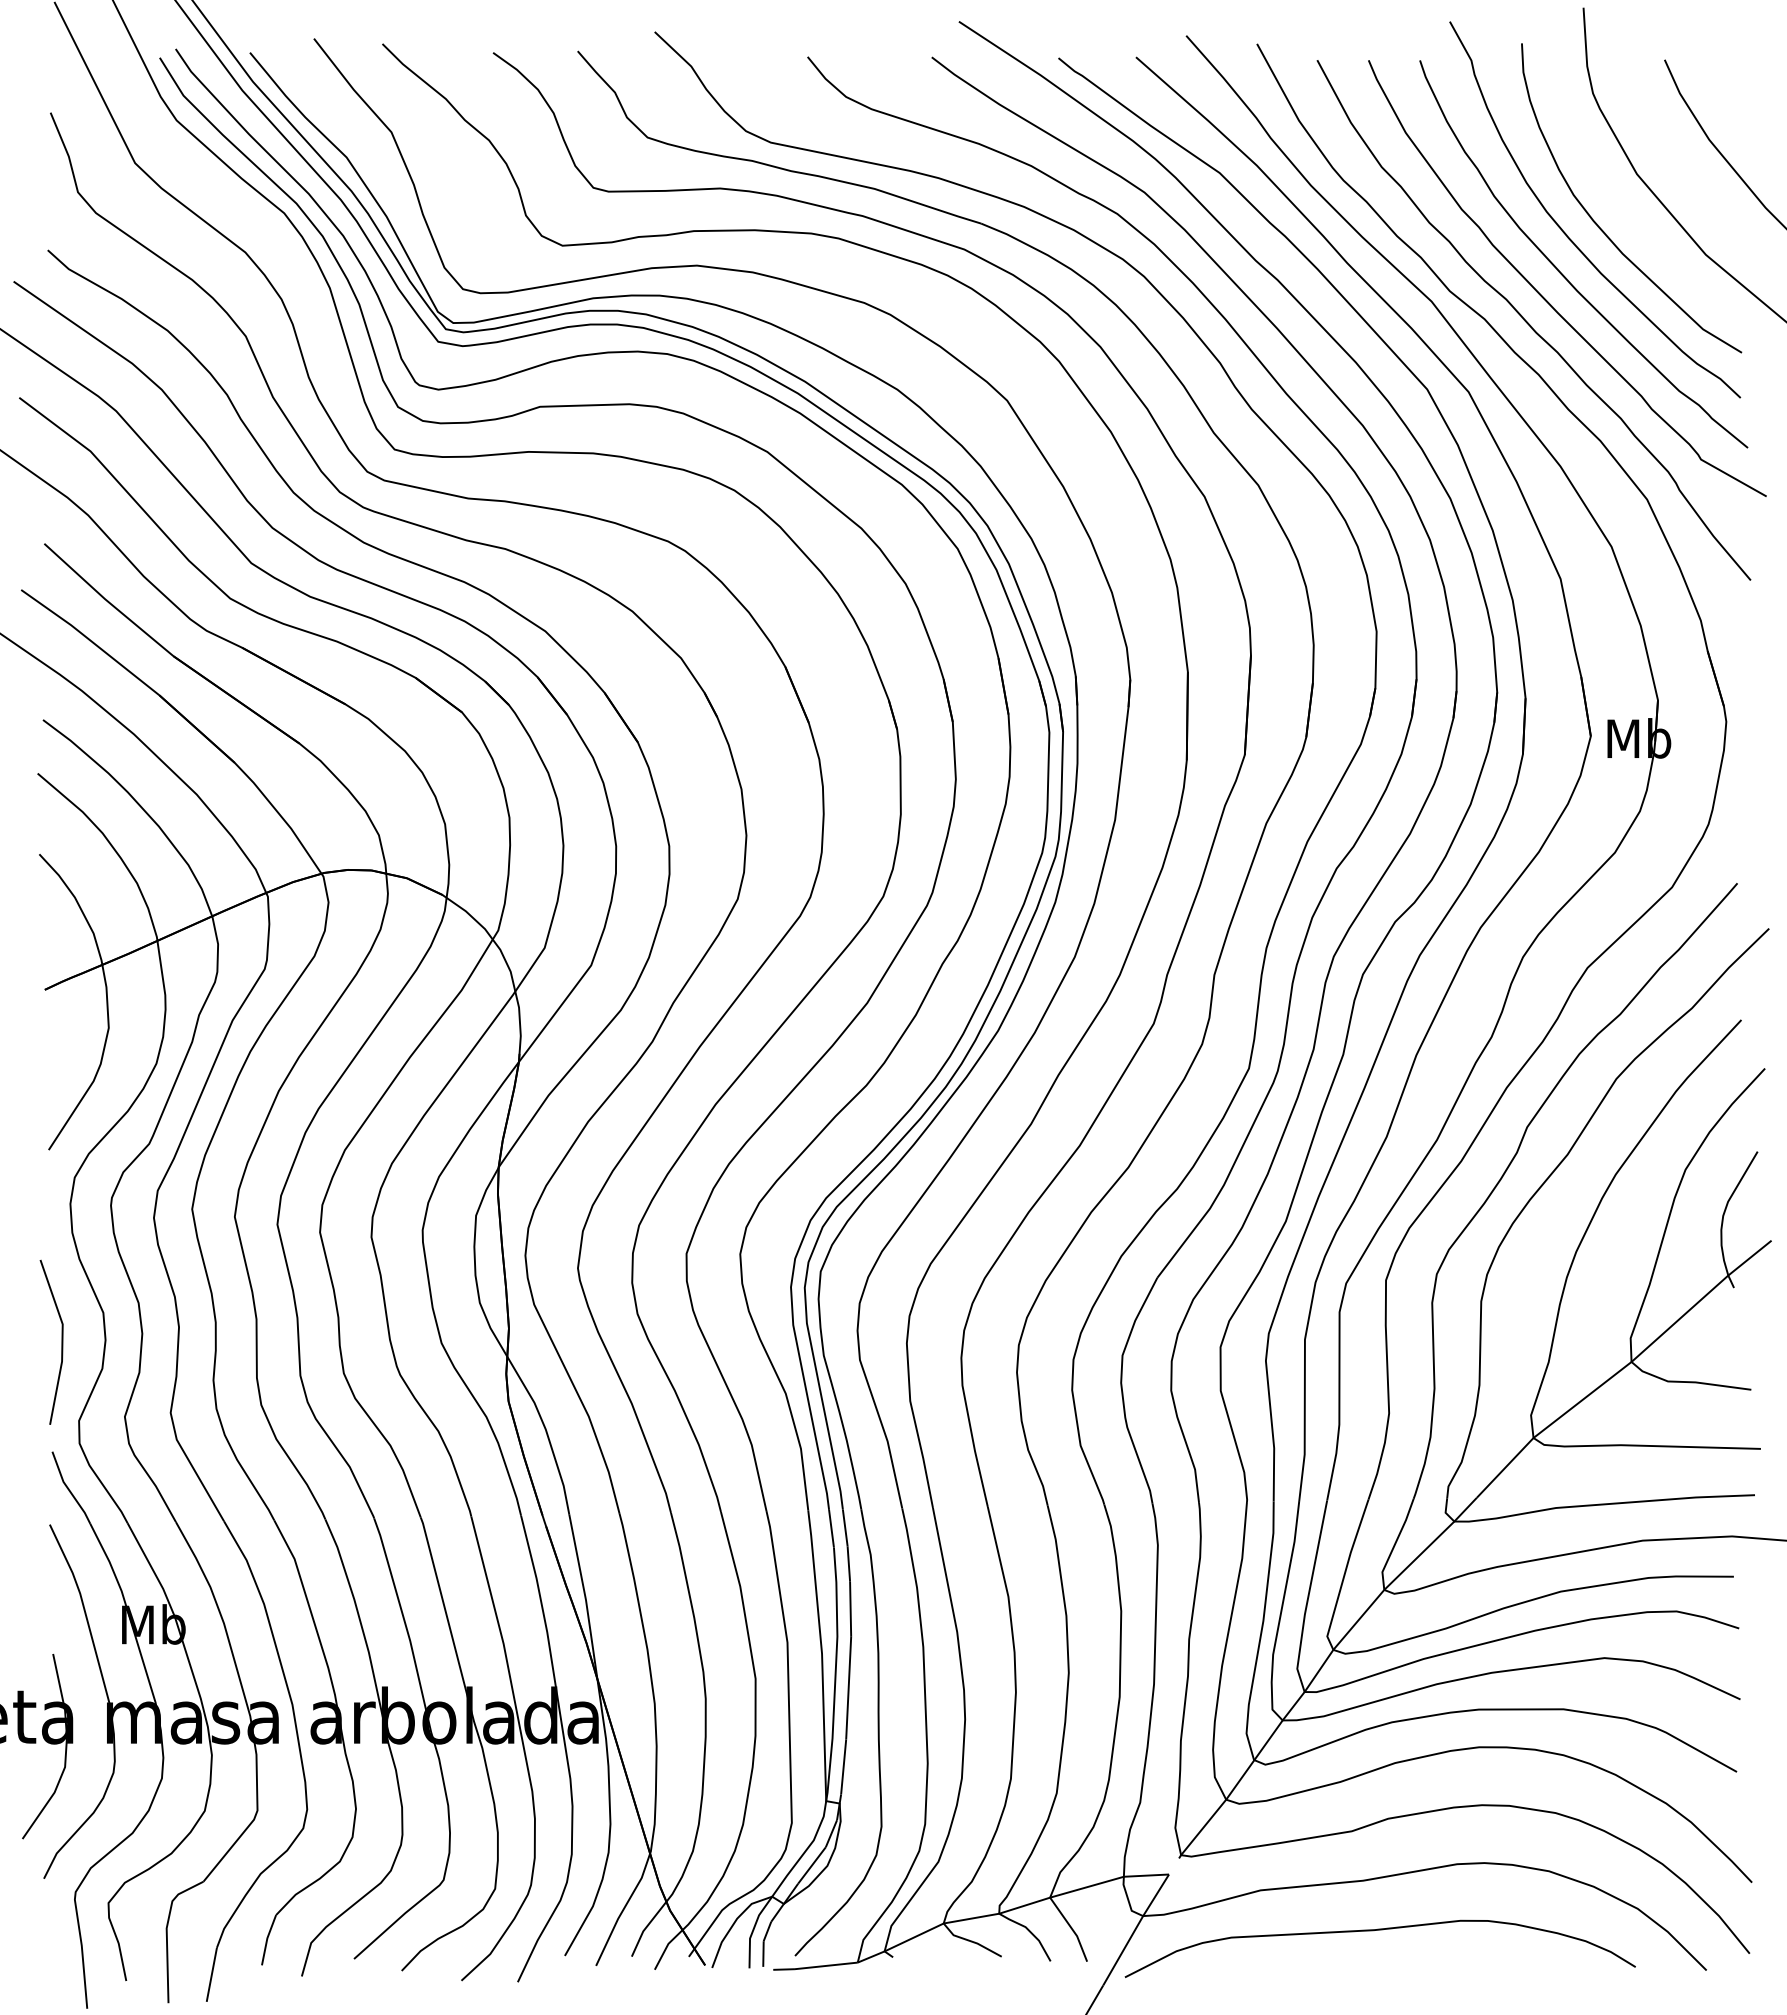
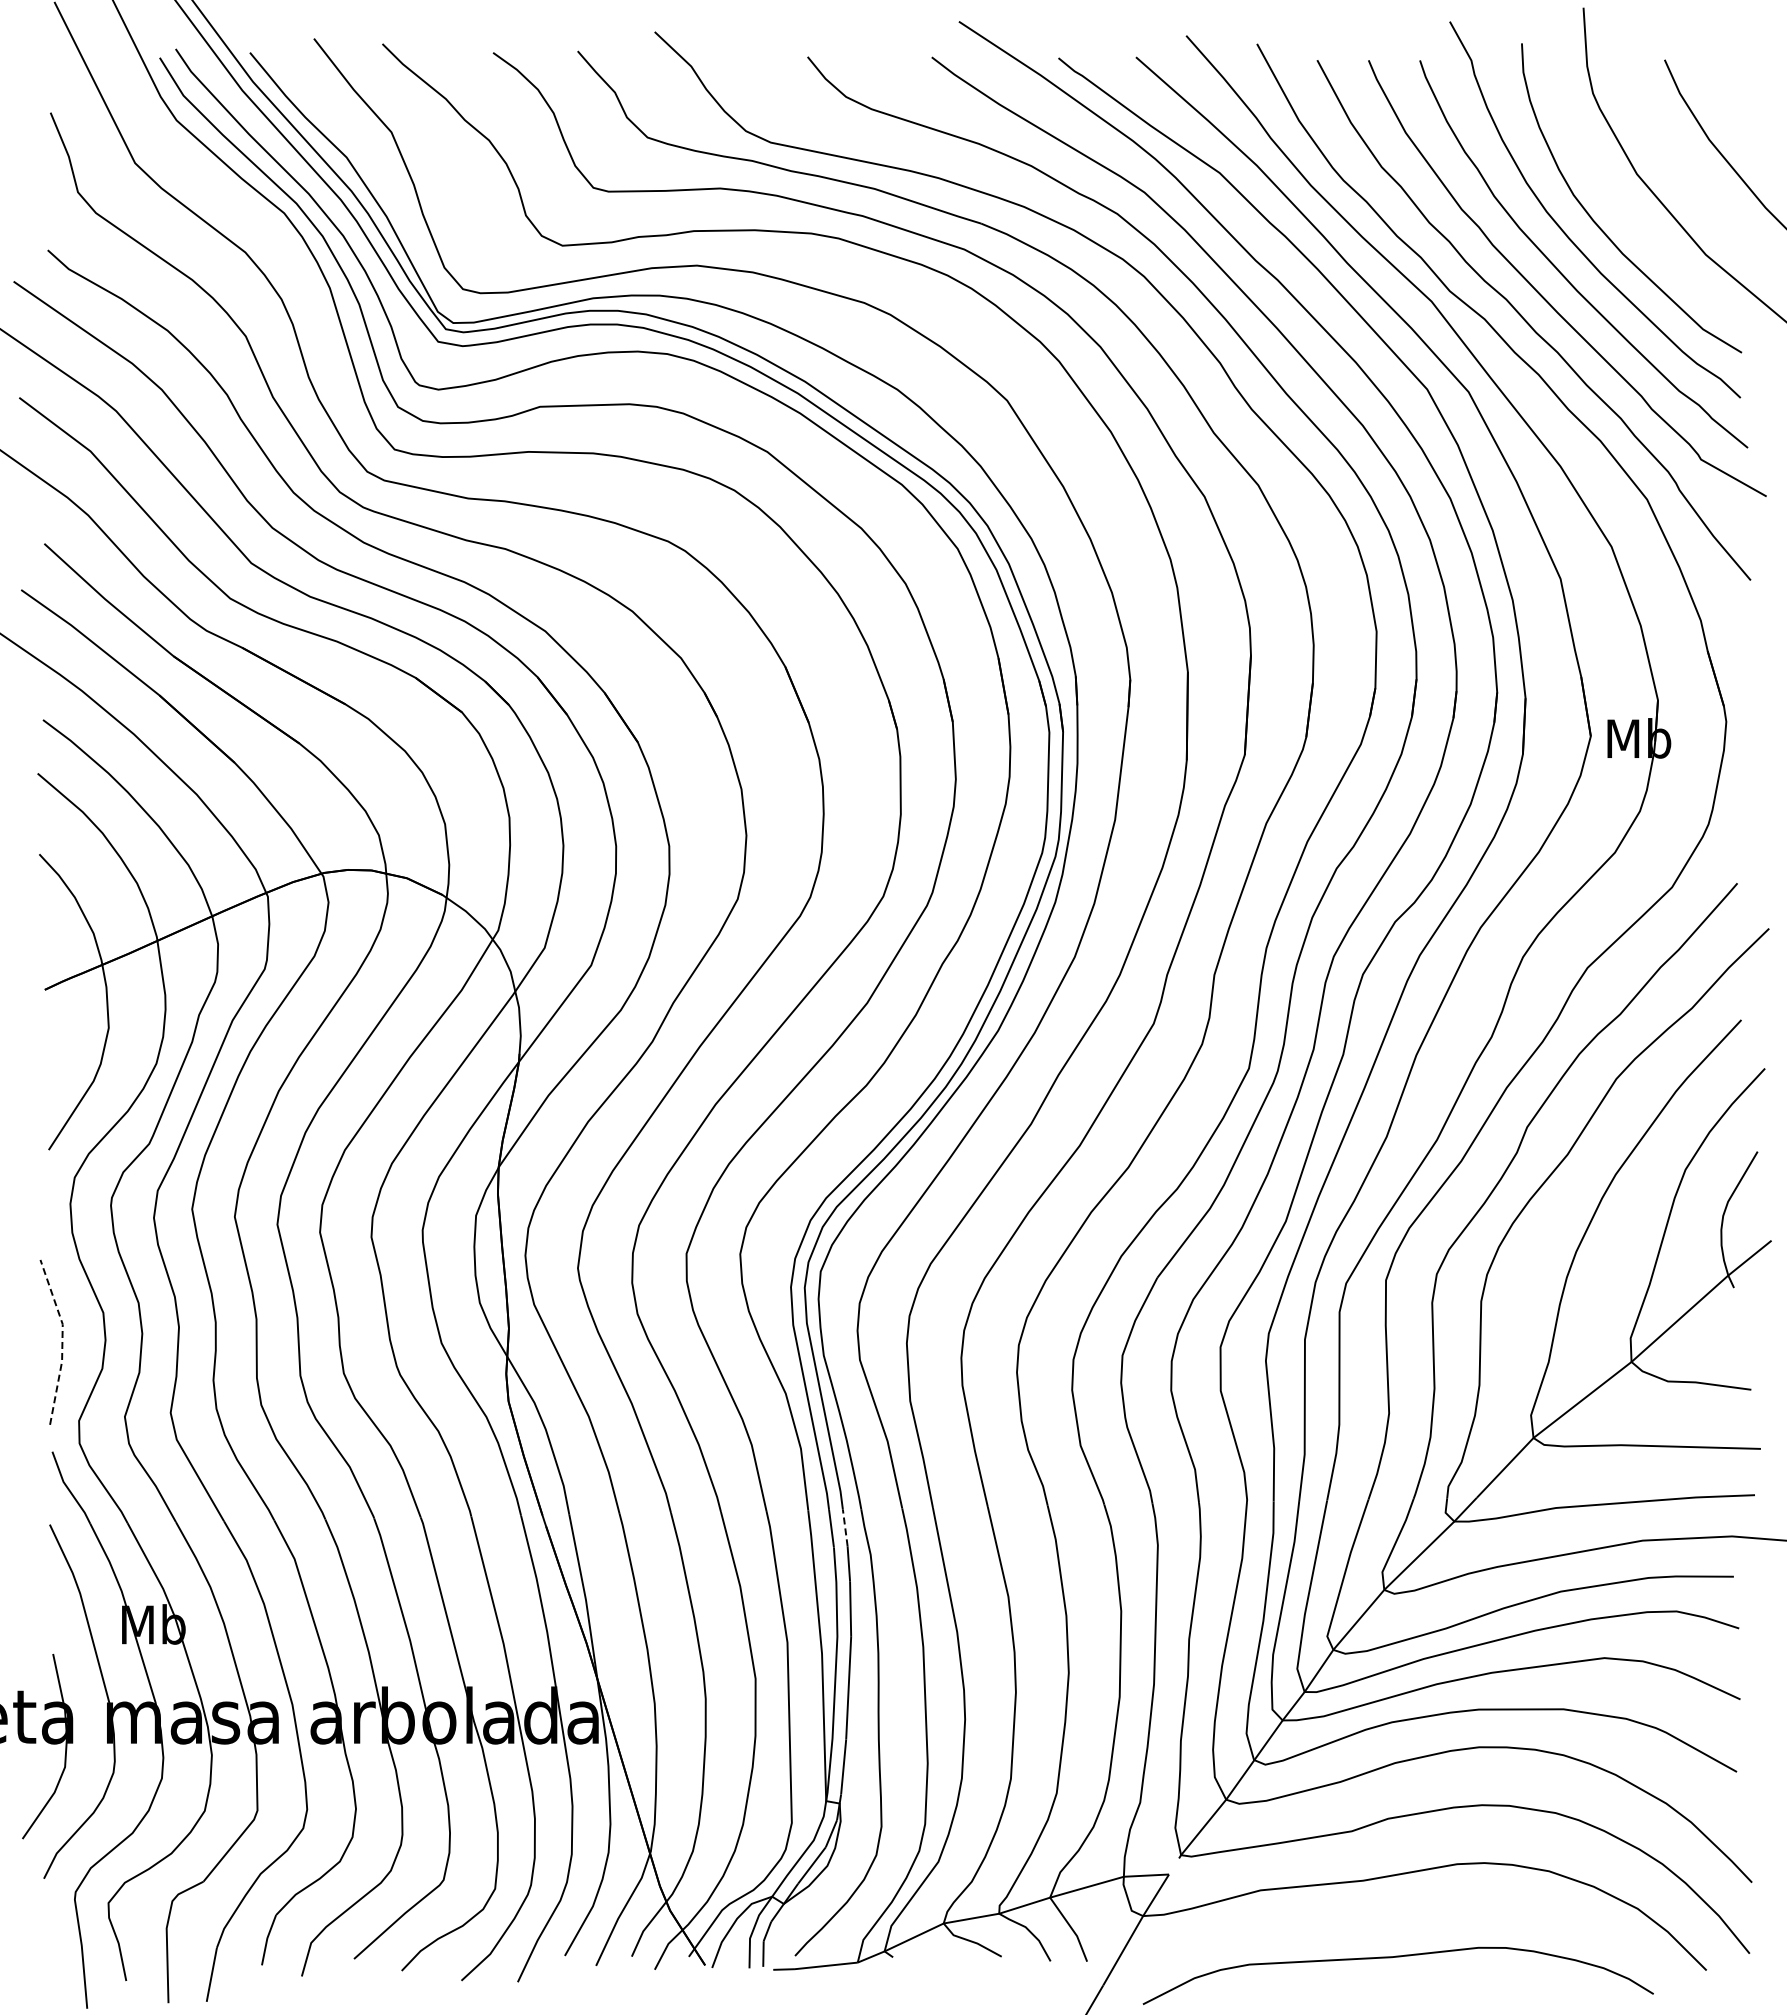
line at (62, 1340): solid -> dashed
line at (845, 1527): solid -> dashed
curve at (1379, 1930) position: (1379, 1930) -> (1397, 1957)
